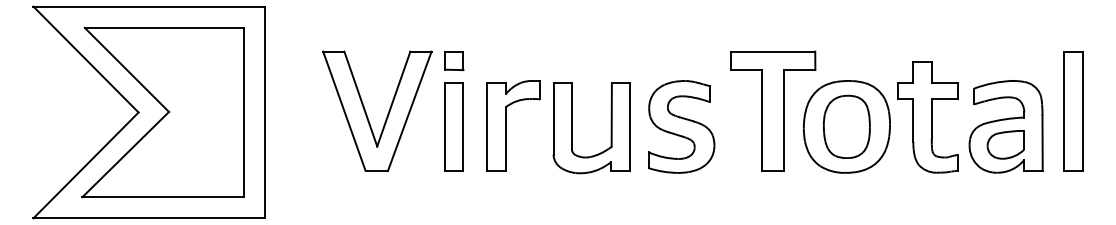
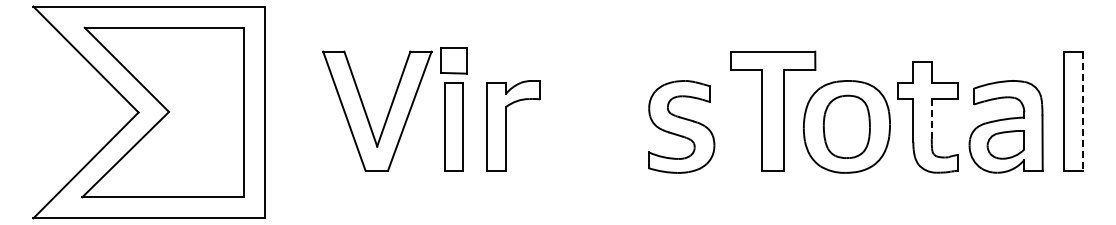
part at (454, 61) size: 21x21 px -> 28x28 px
line at (1082, 111): solid -> dashed
line at (931, 119): solid -> dashed
part at (572, 128): present -> none
